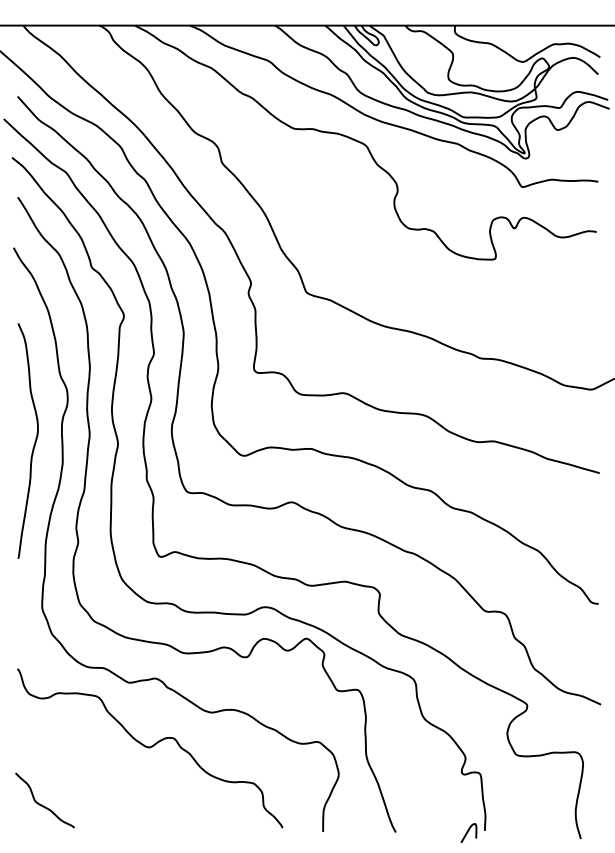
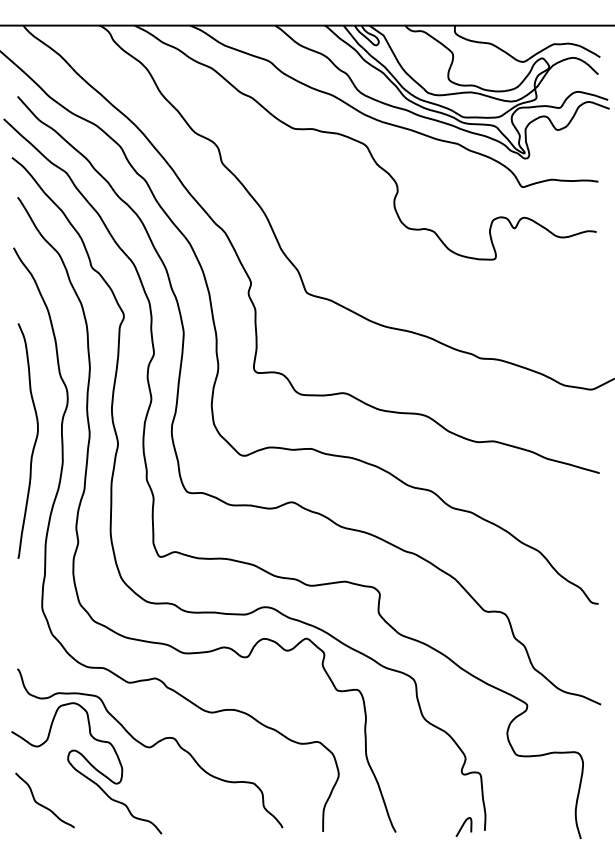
curve at (89, 764): none -> present
curve at (468, 832) position: (468, 832) -> (463, 826)
